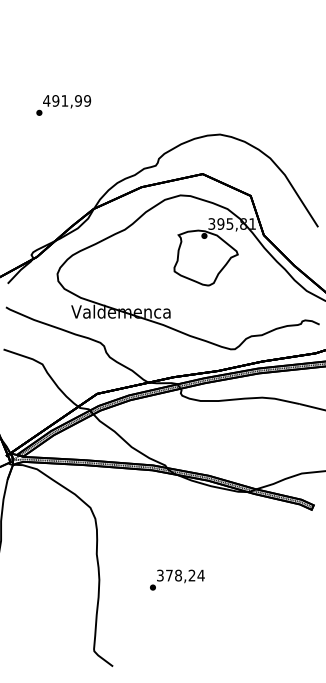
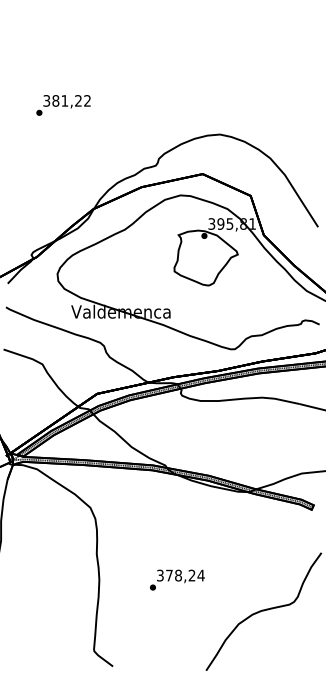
text at (67, 100): 491,99 -> 381,22
curve at (263, 611): none -> present
